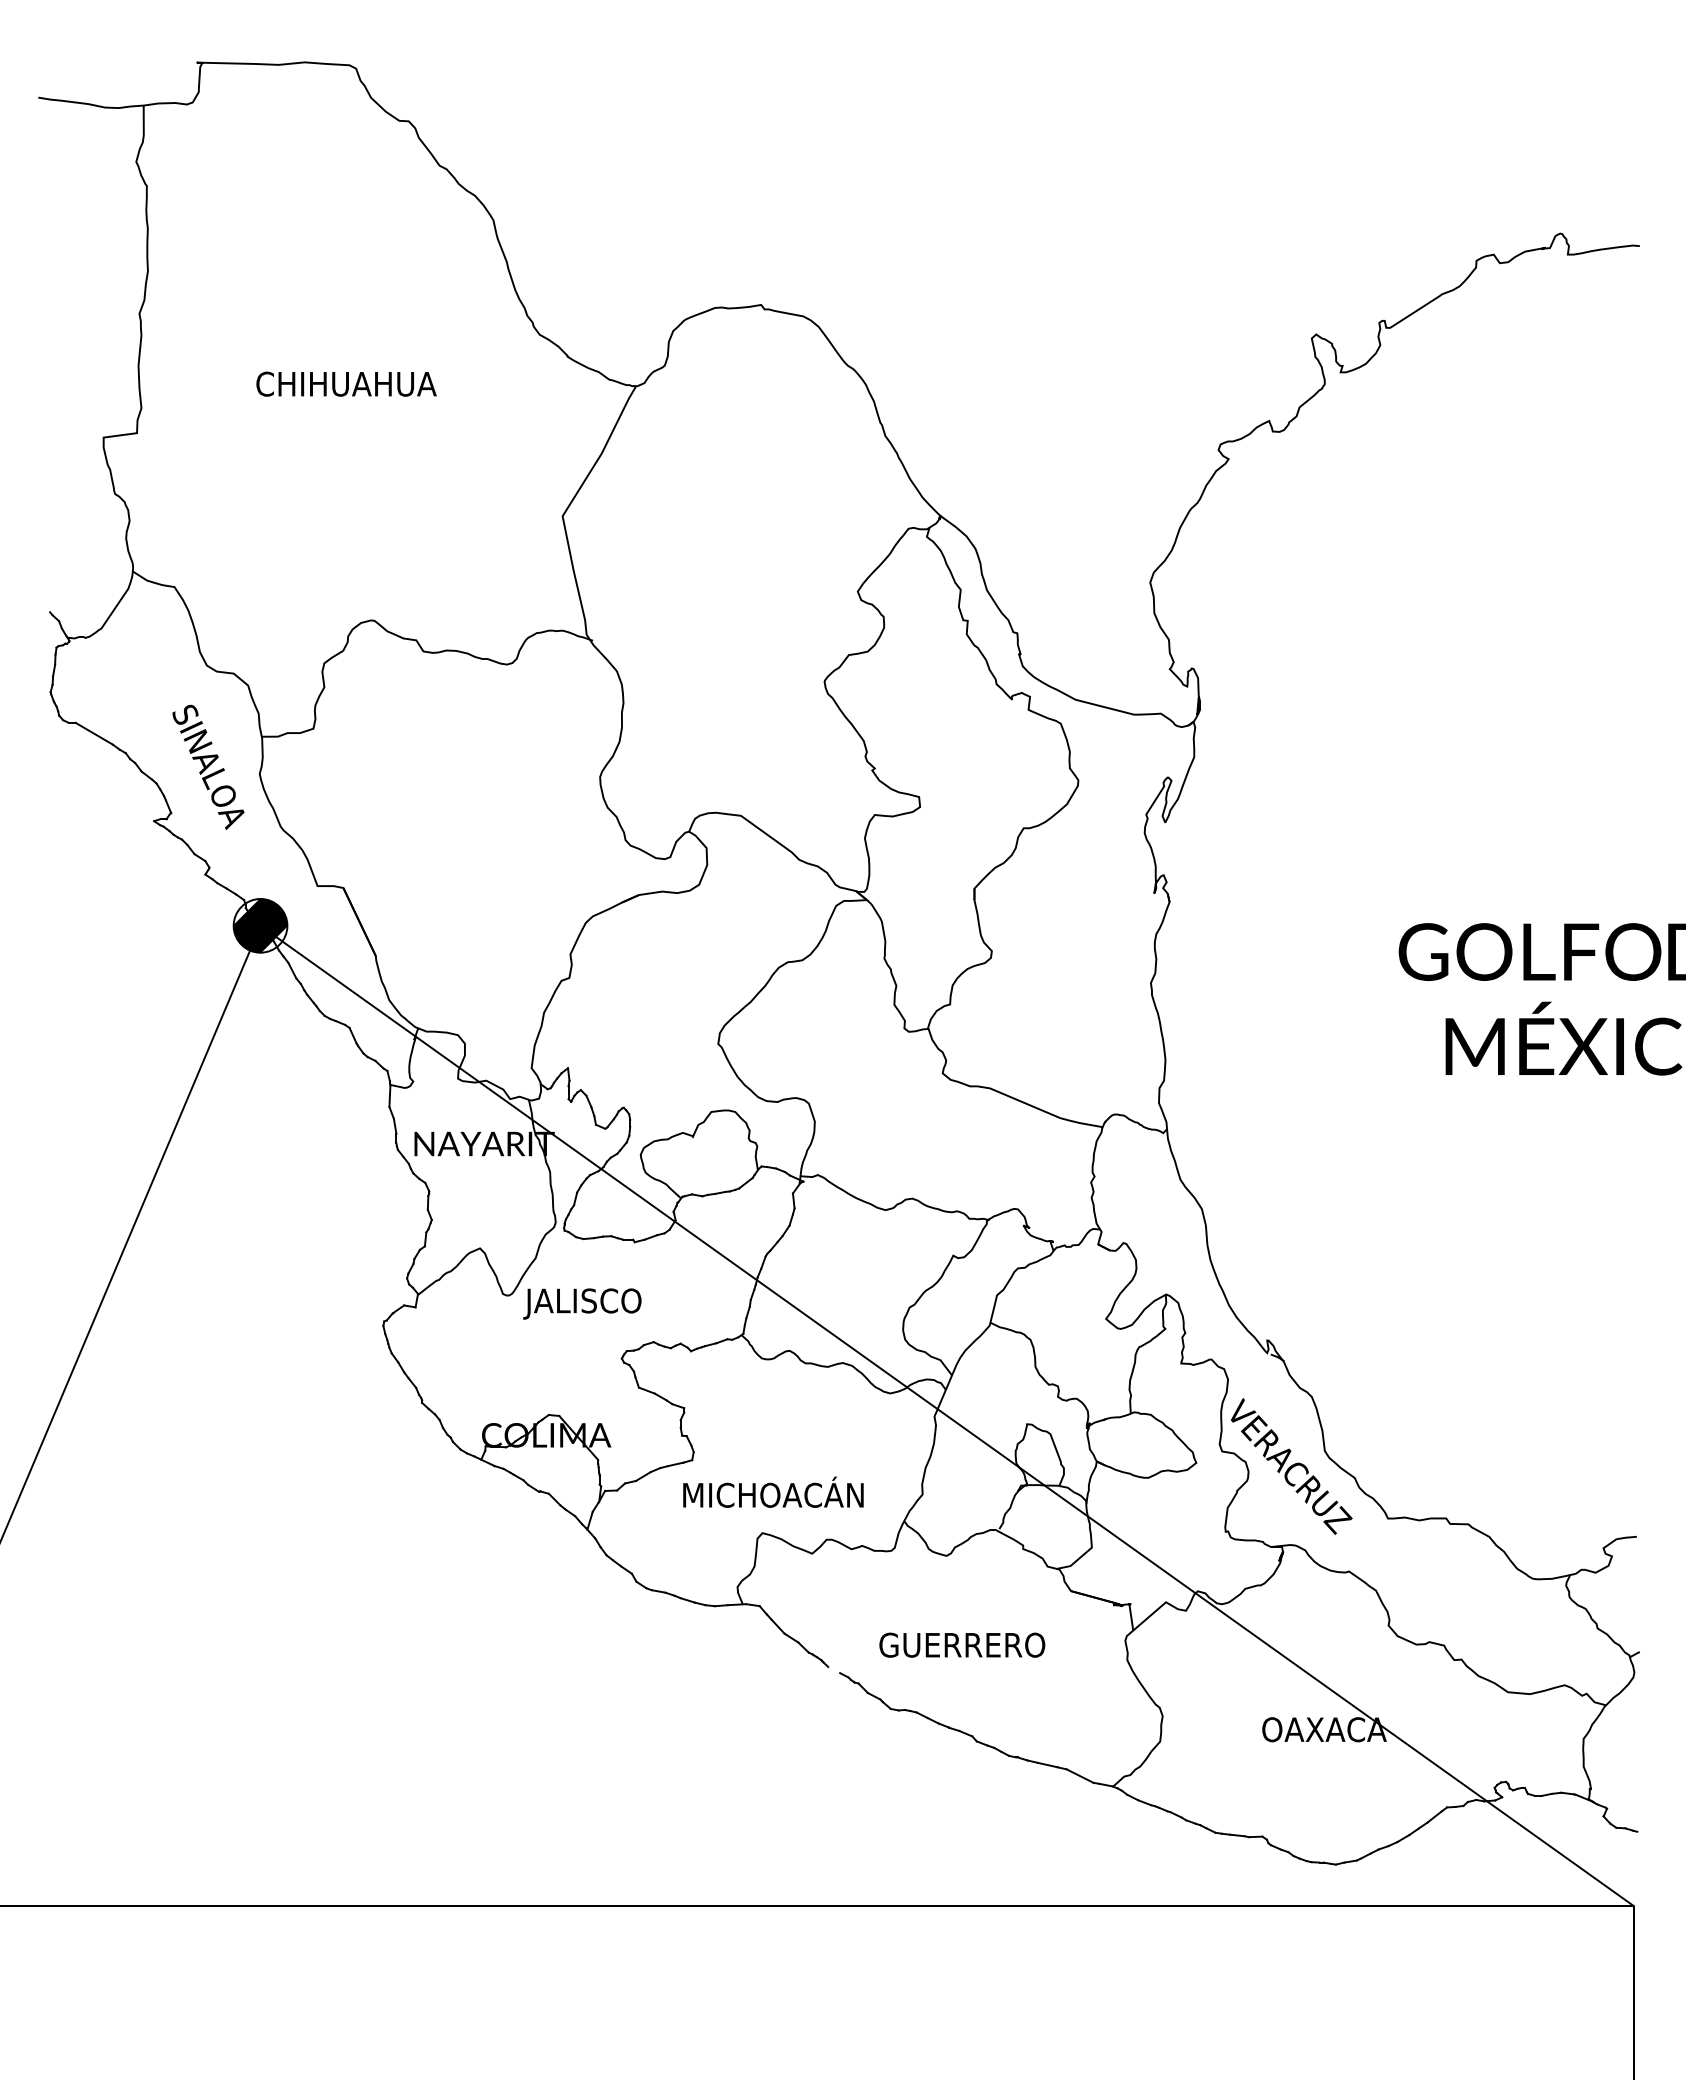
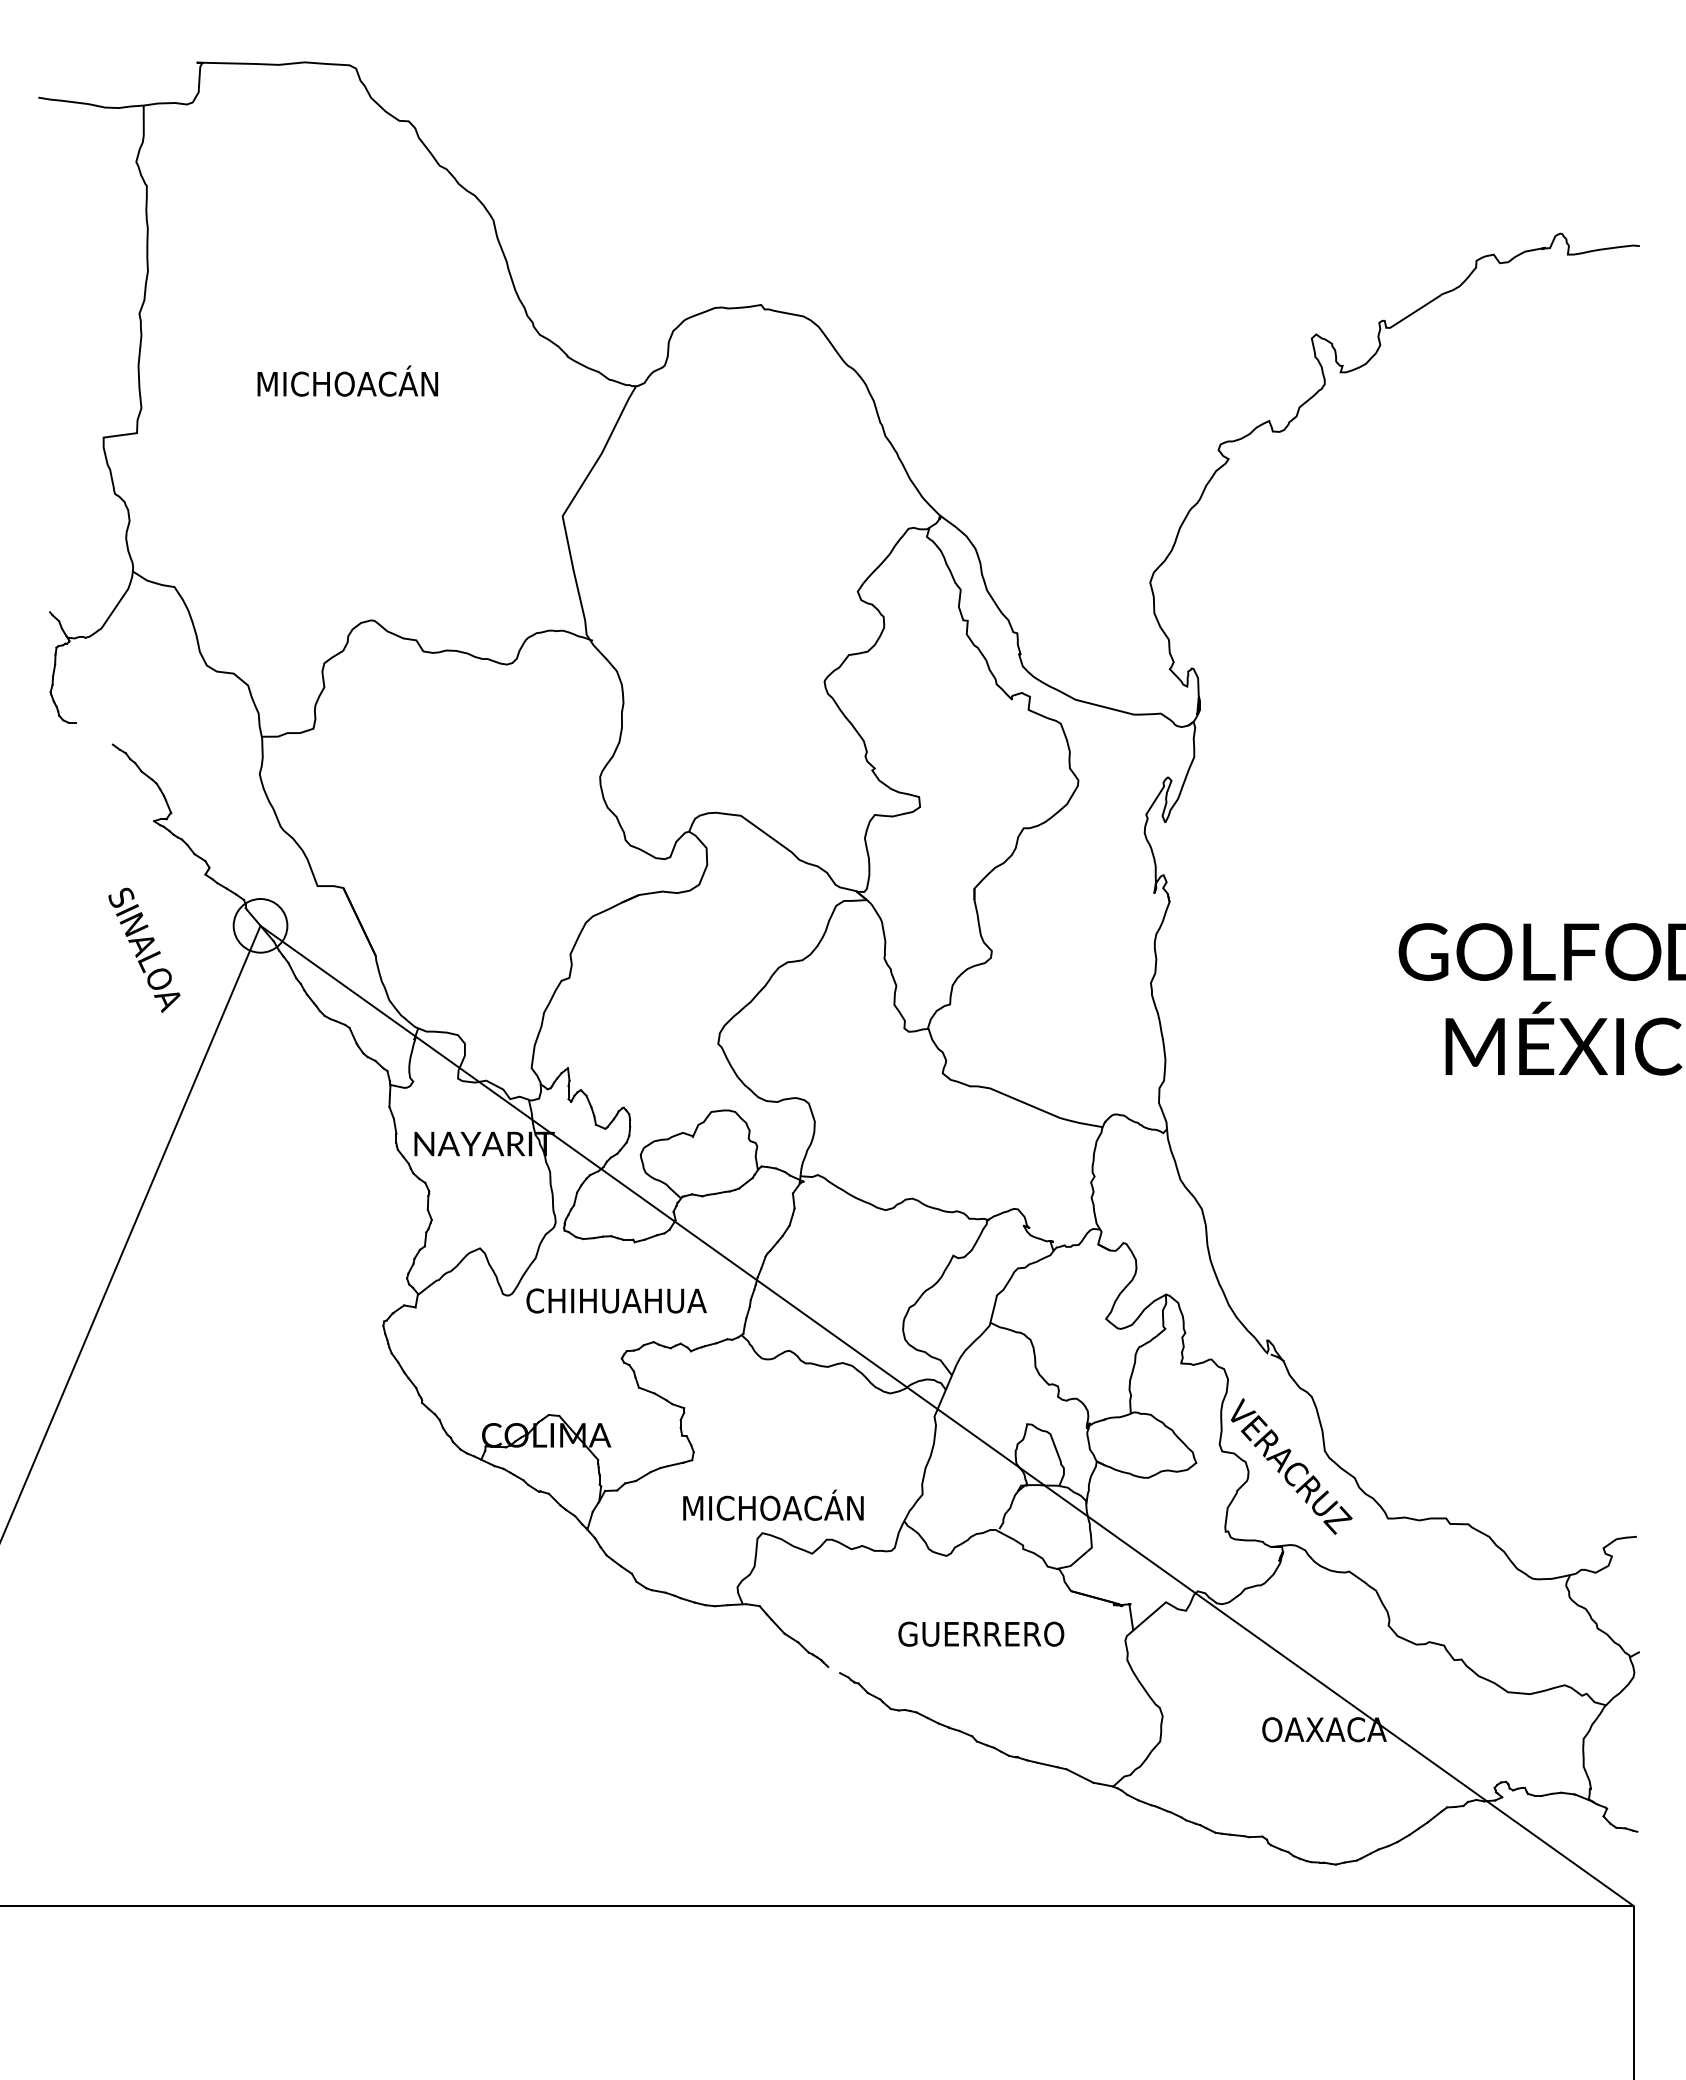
text at (347, 380): CHIHUAHUA -> MICHOACÁN
line at (93, 733): present -> none
text at (208, 766) position: (208, 766) -> (144, 949)
hatch at (260, 925): present -> none
text at (614, 1303): JALISCO -> CHIHUAHUA
text at (773, 1491) position: (773, 1491) -> (773, 1504)
text at (962, 1644) position: (962, 1644) -> (981, 1633)
